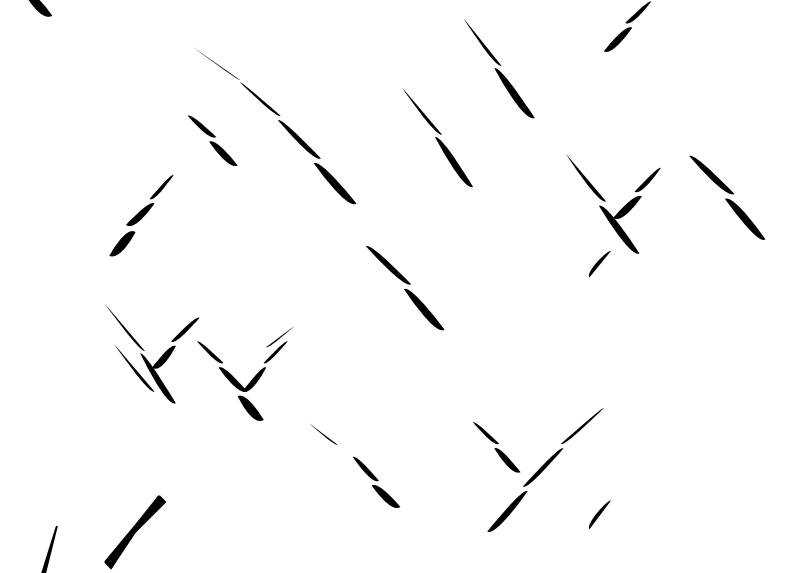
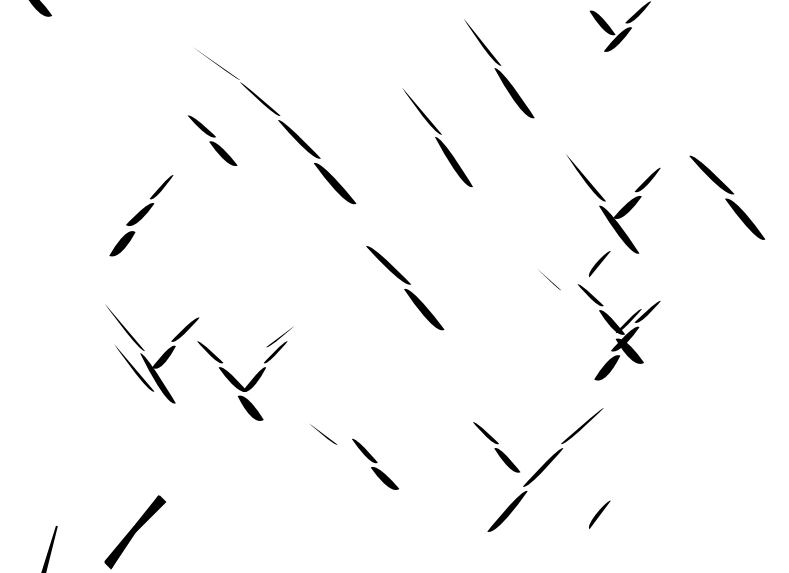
fill at (602, 22): none -> present
part at (549, 279): none -> present
part at (618, 332): none -> present
part at (376, 481) position: (376, 481) -> (375, 463)
